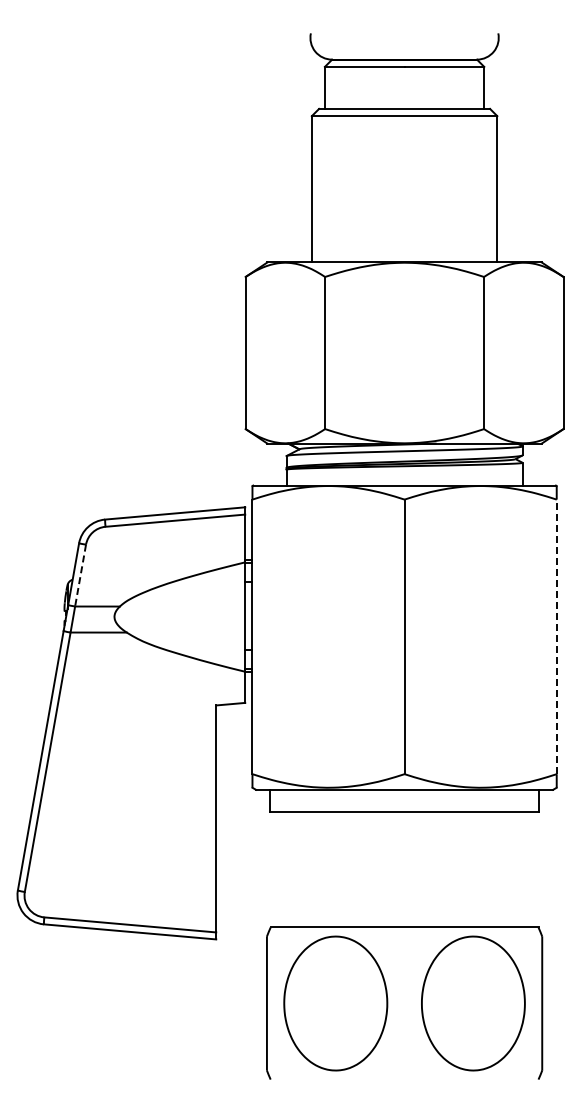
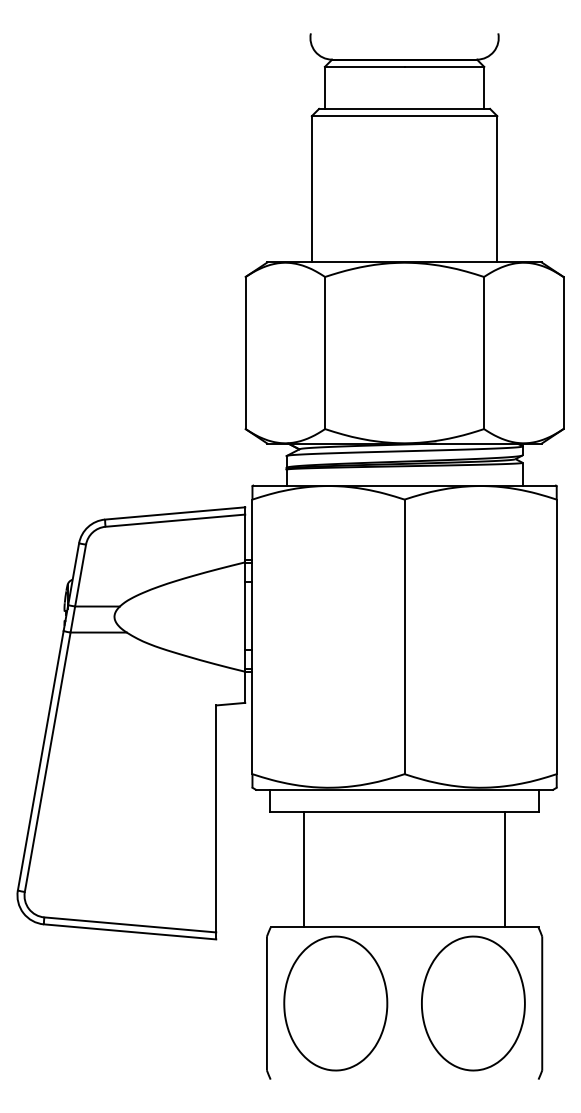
line at (80, 576): dashed -> solid
line at (556, 636): dashed -> solid
line at (303, 869): none -> present
line at (505, 869): none -> present
